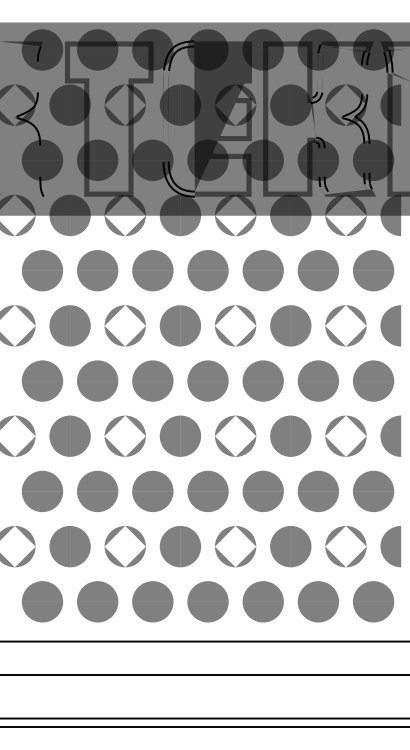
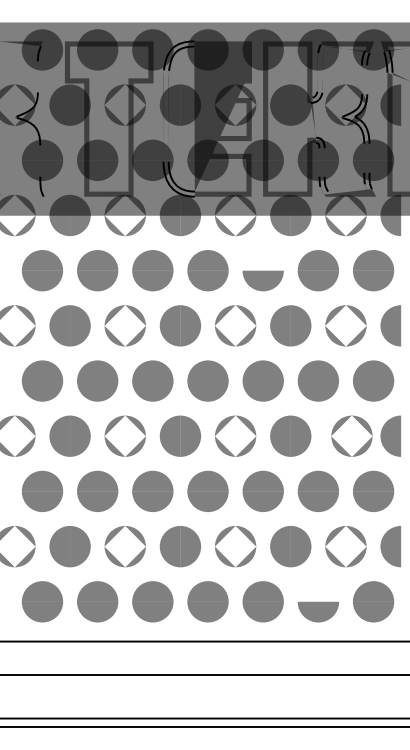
fill at (262, 260): present -> none
part at (345, 435) position: (345, 435) -> (351, 435)
fill at (318, 591): present -> none
